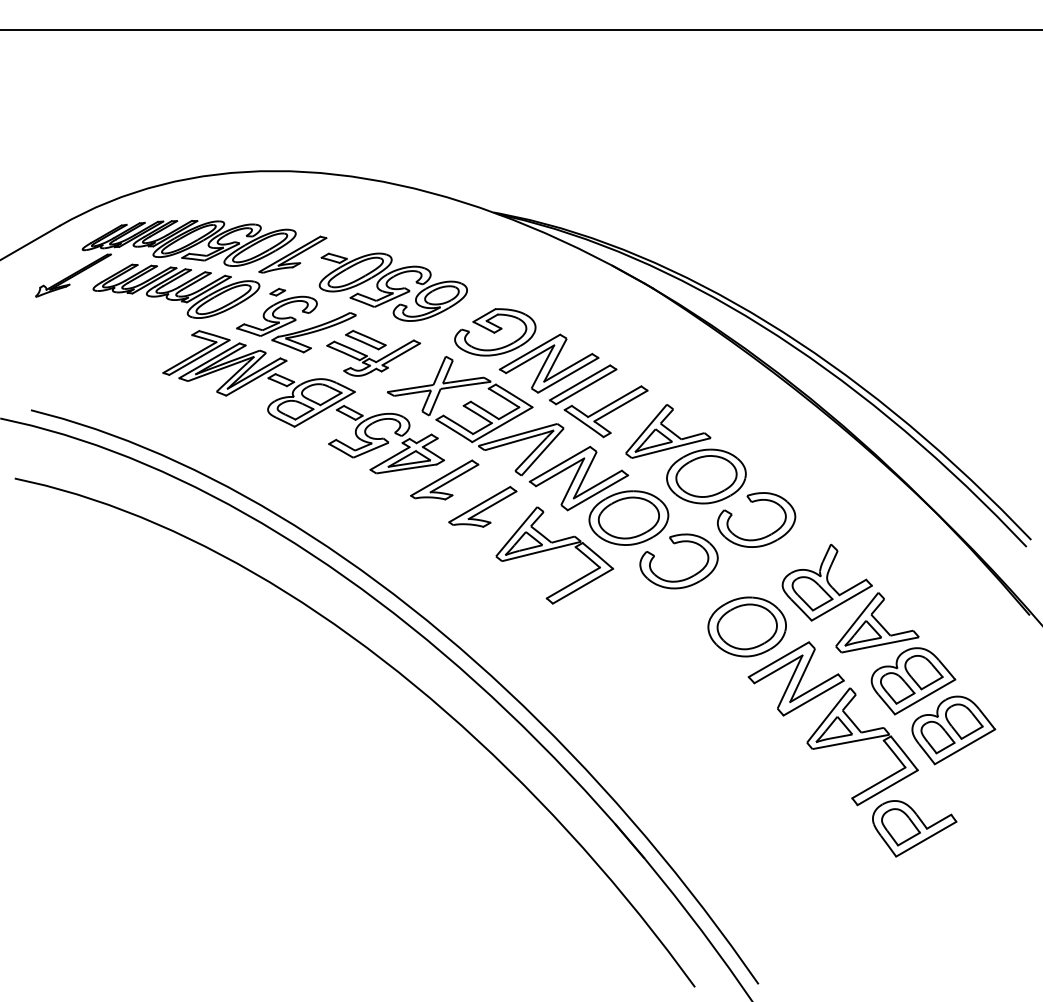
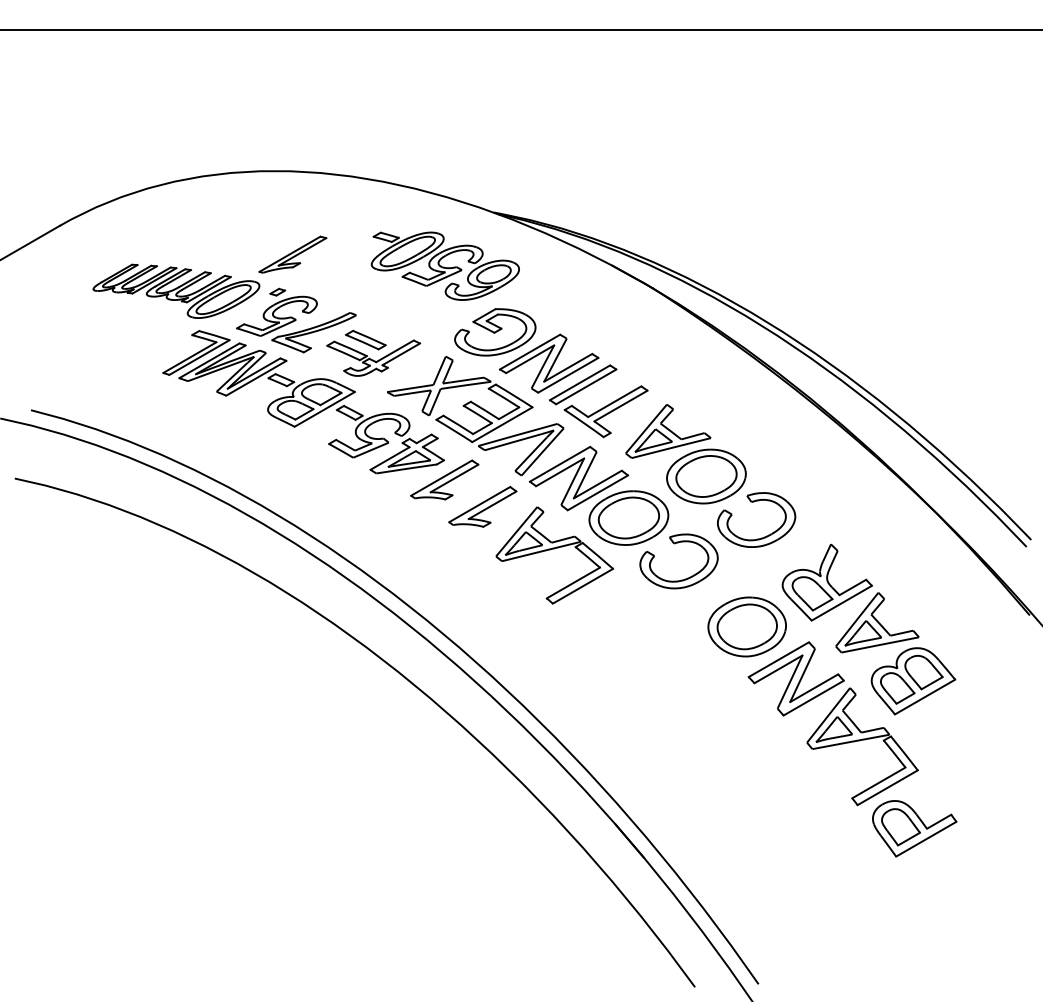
part at (165, 258): present -> none
part at (392, 286) position: (392, 286) -> (444, 265)
part at (953, 730): present -> none
